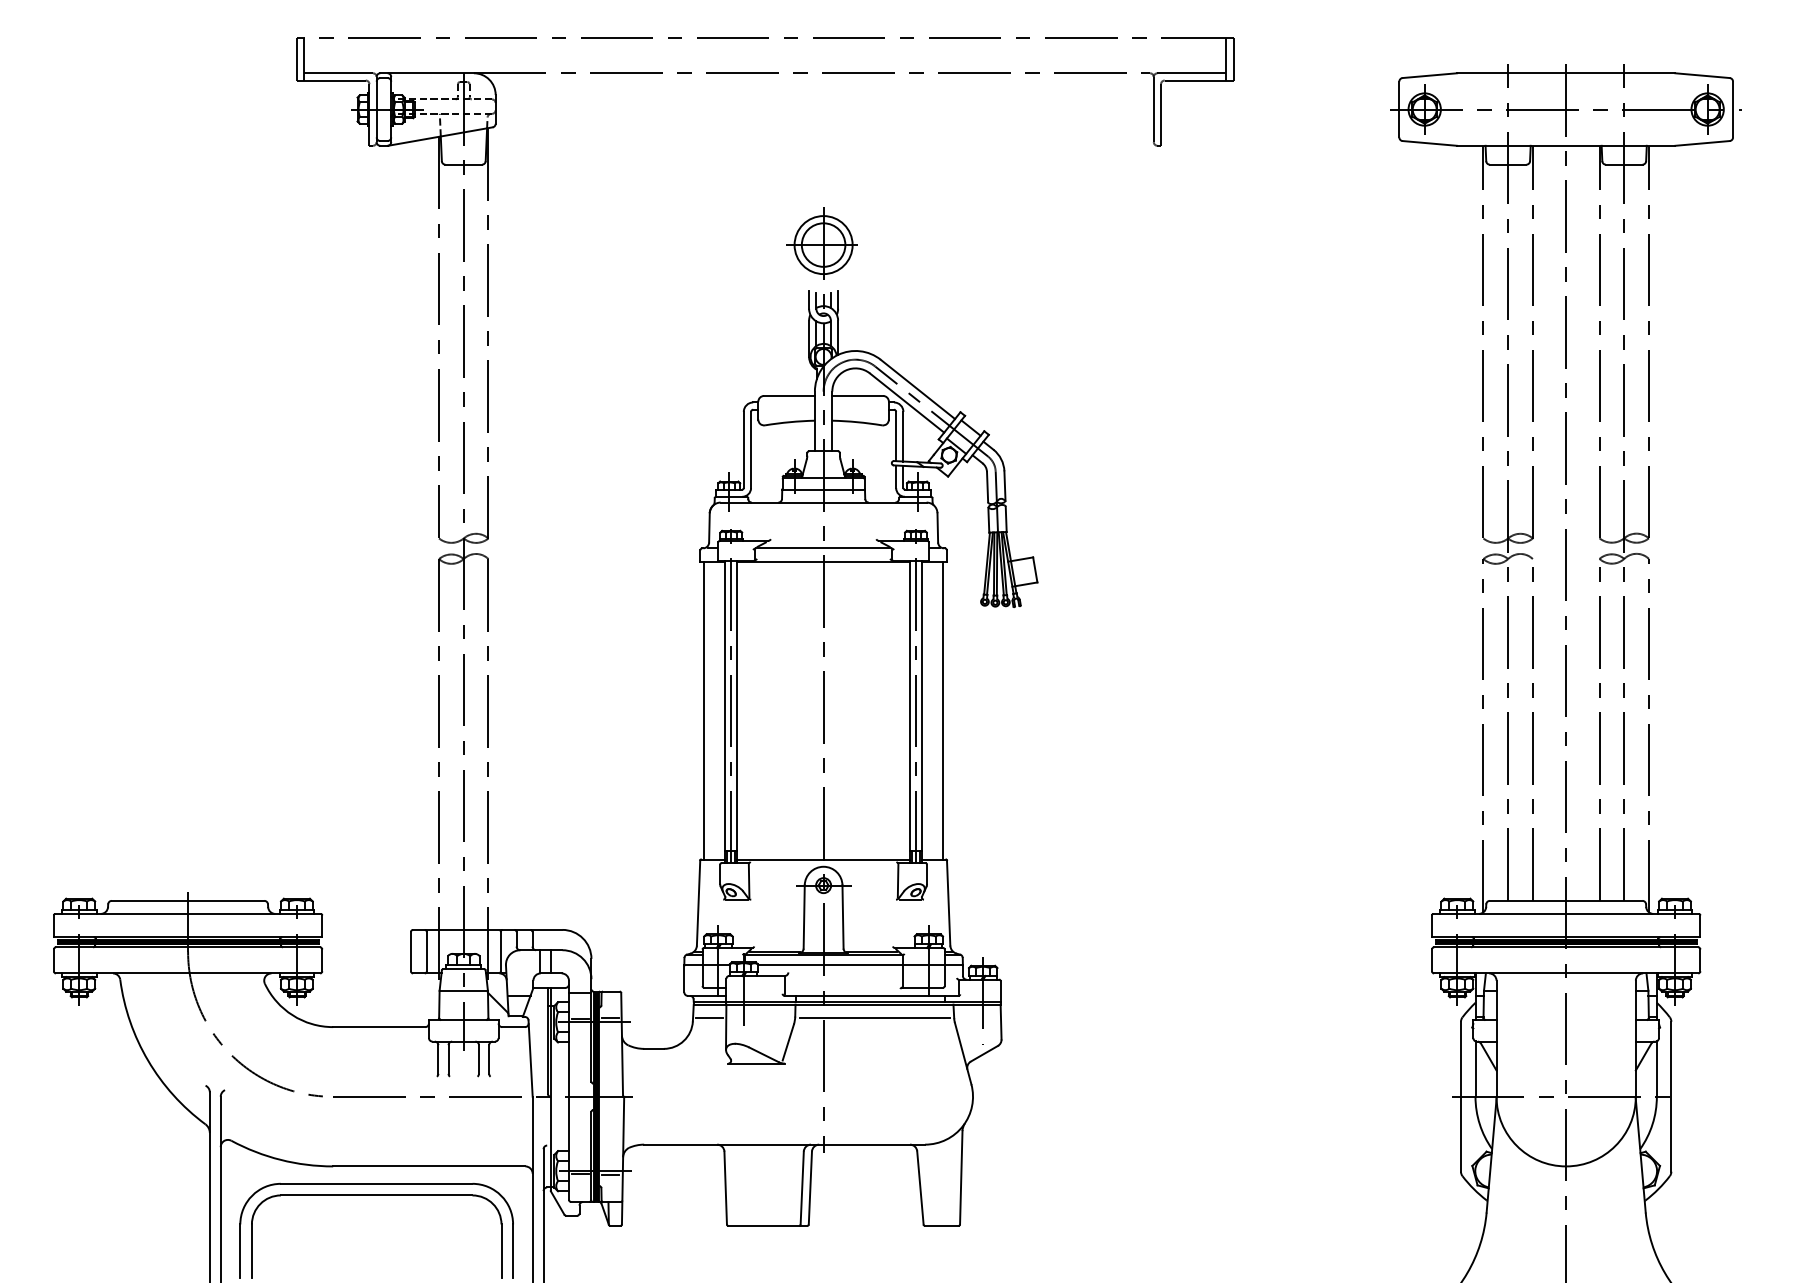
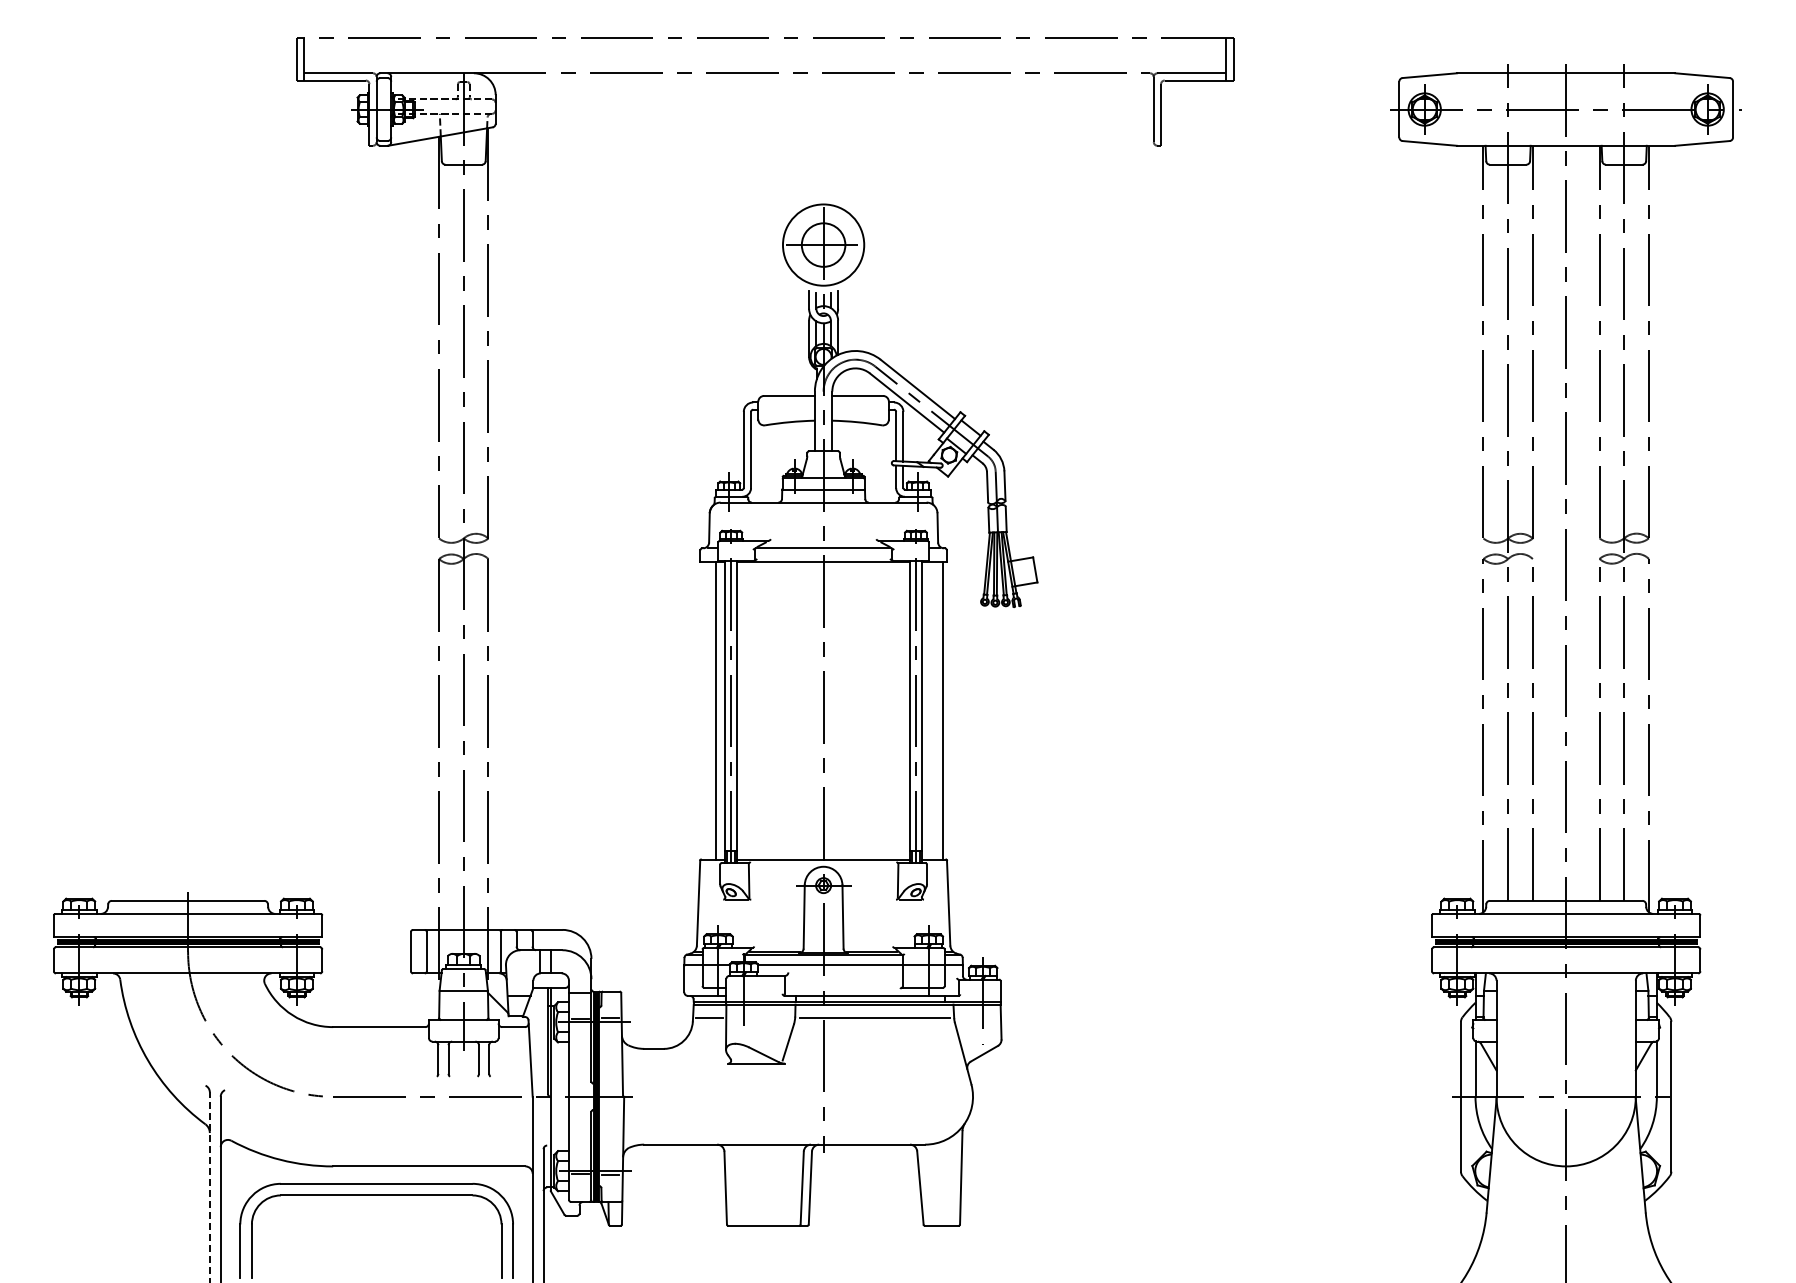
circle at (823, 245) diameter: 58 px -> 81 px
line at (703, 710) position: (703, 710) -> (715, 710)
line at (209, 1186): solid -> dashed
